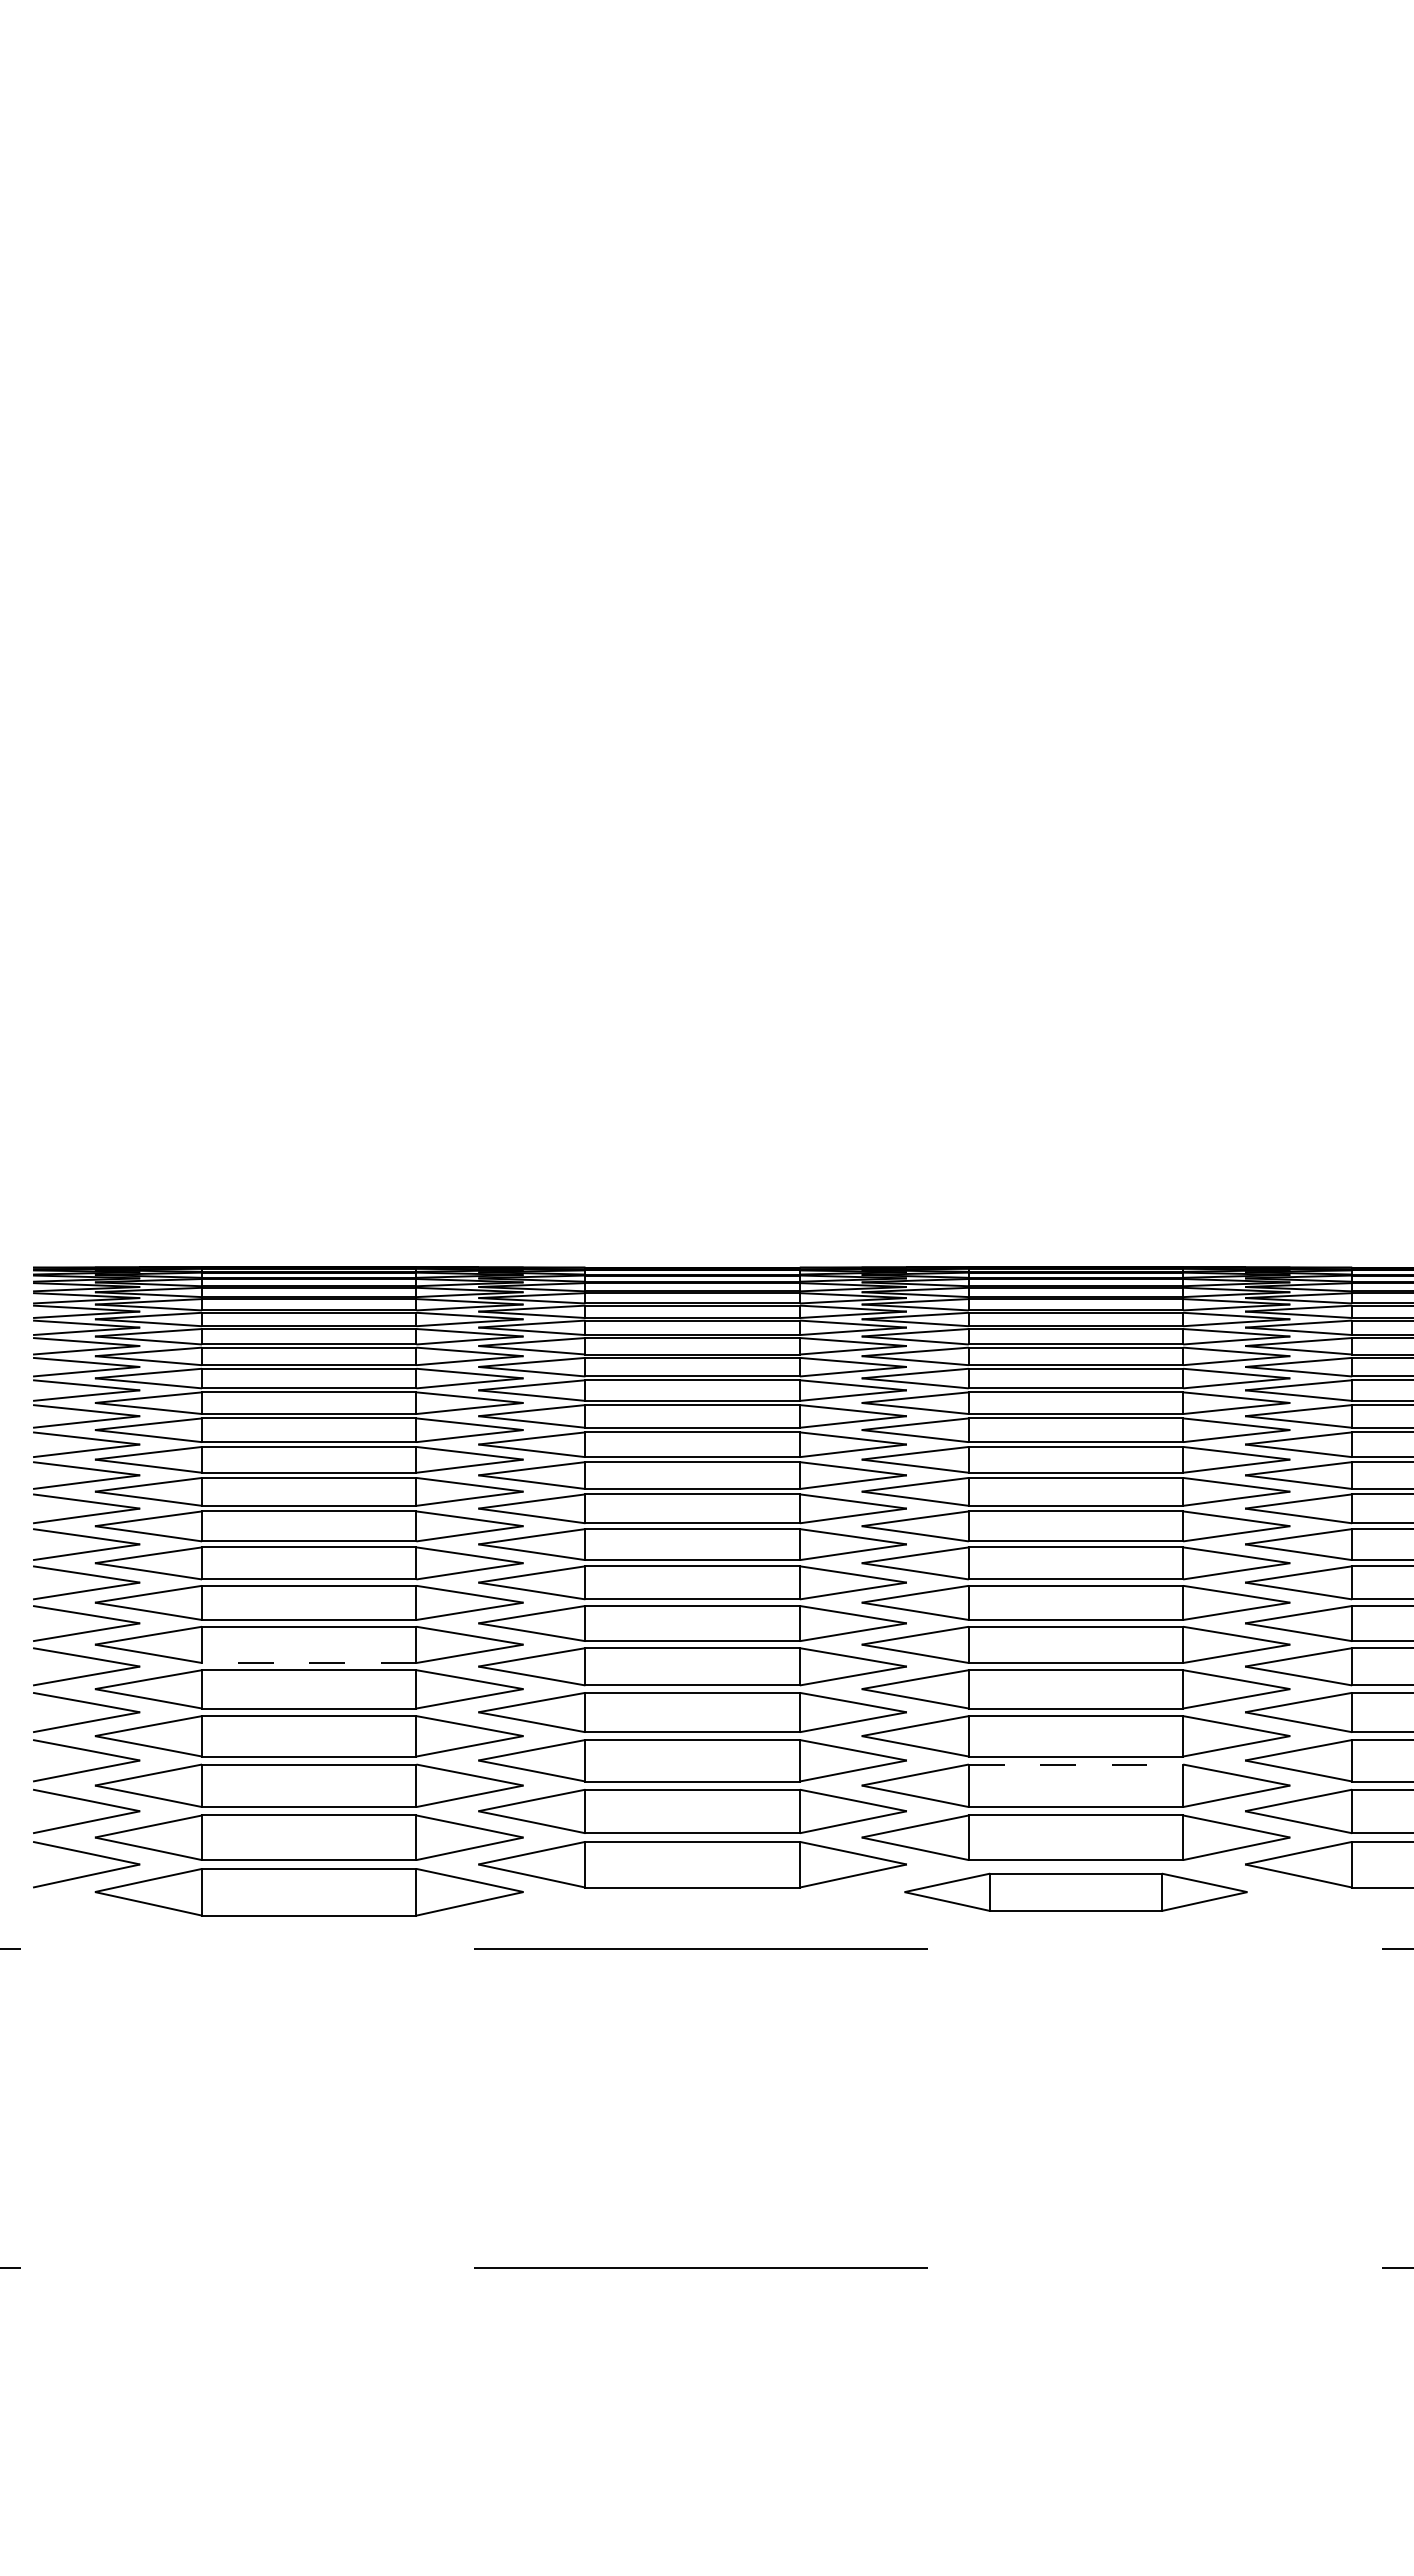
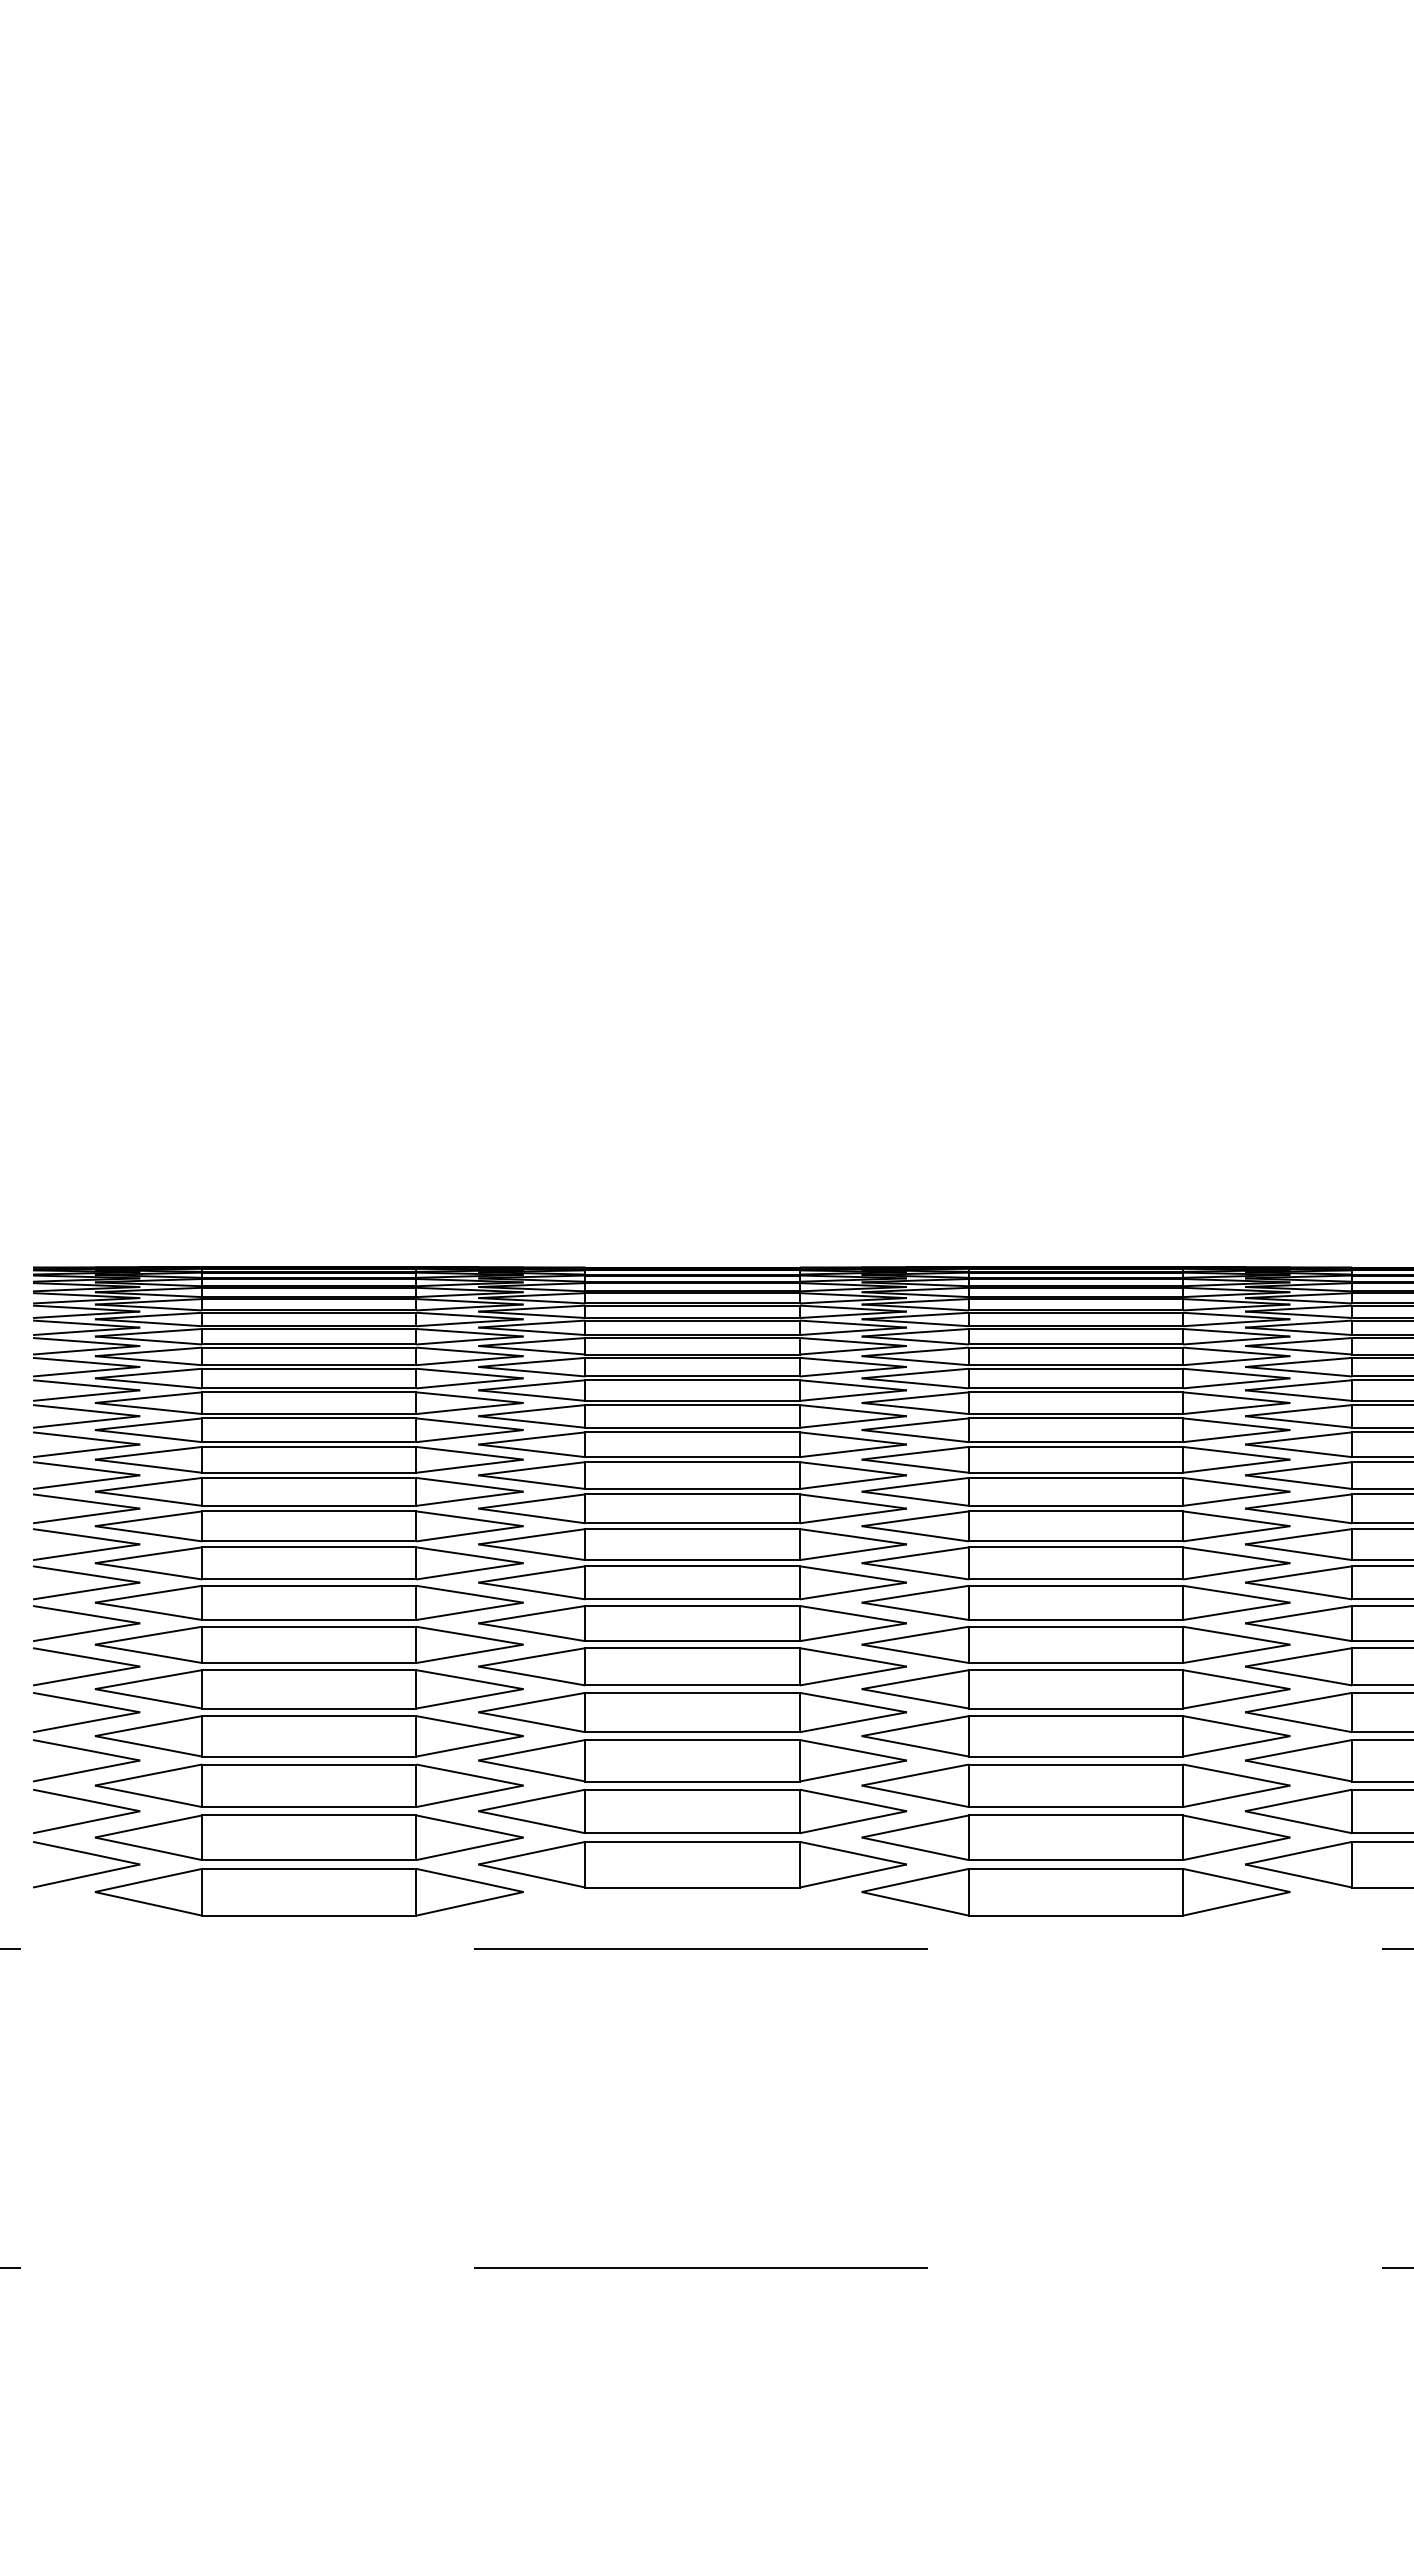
line at (308, 1663): dashed -> solid
line at (1076, 1764): dashed -> solid
part at (1075, 1891) size: 344x40 px -> 430x49 px
